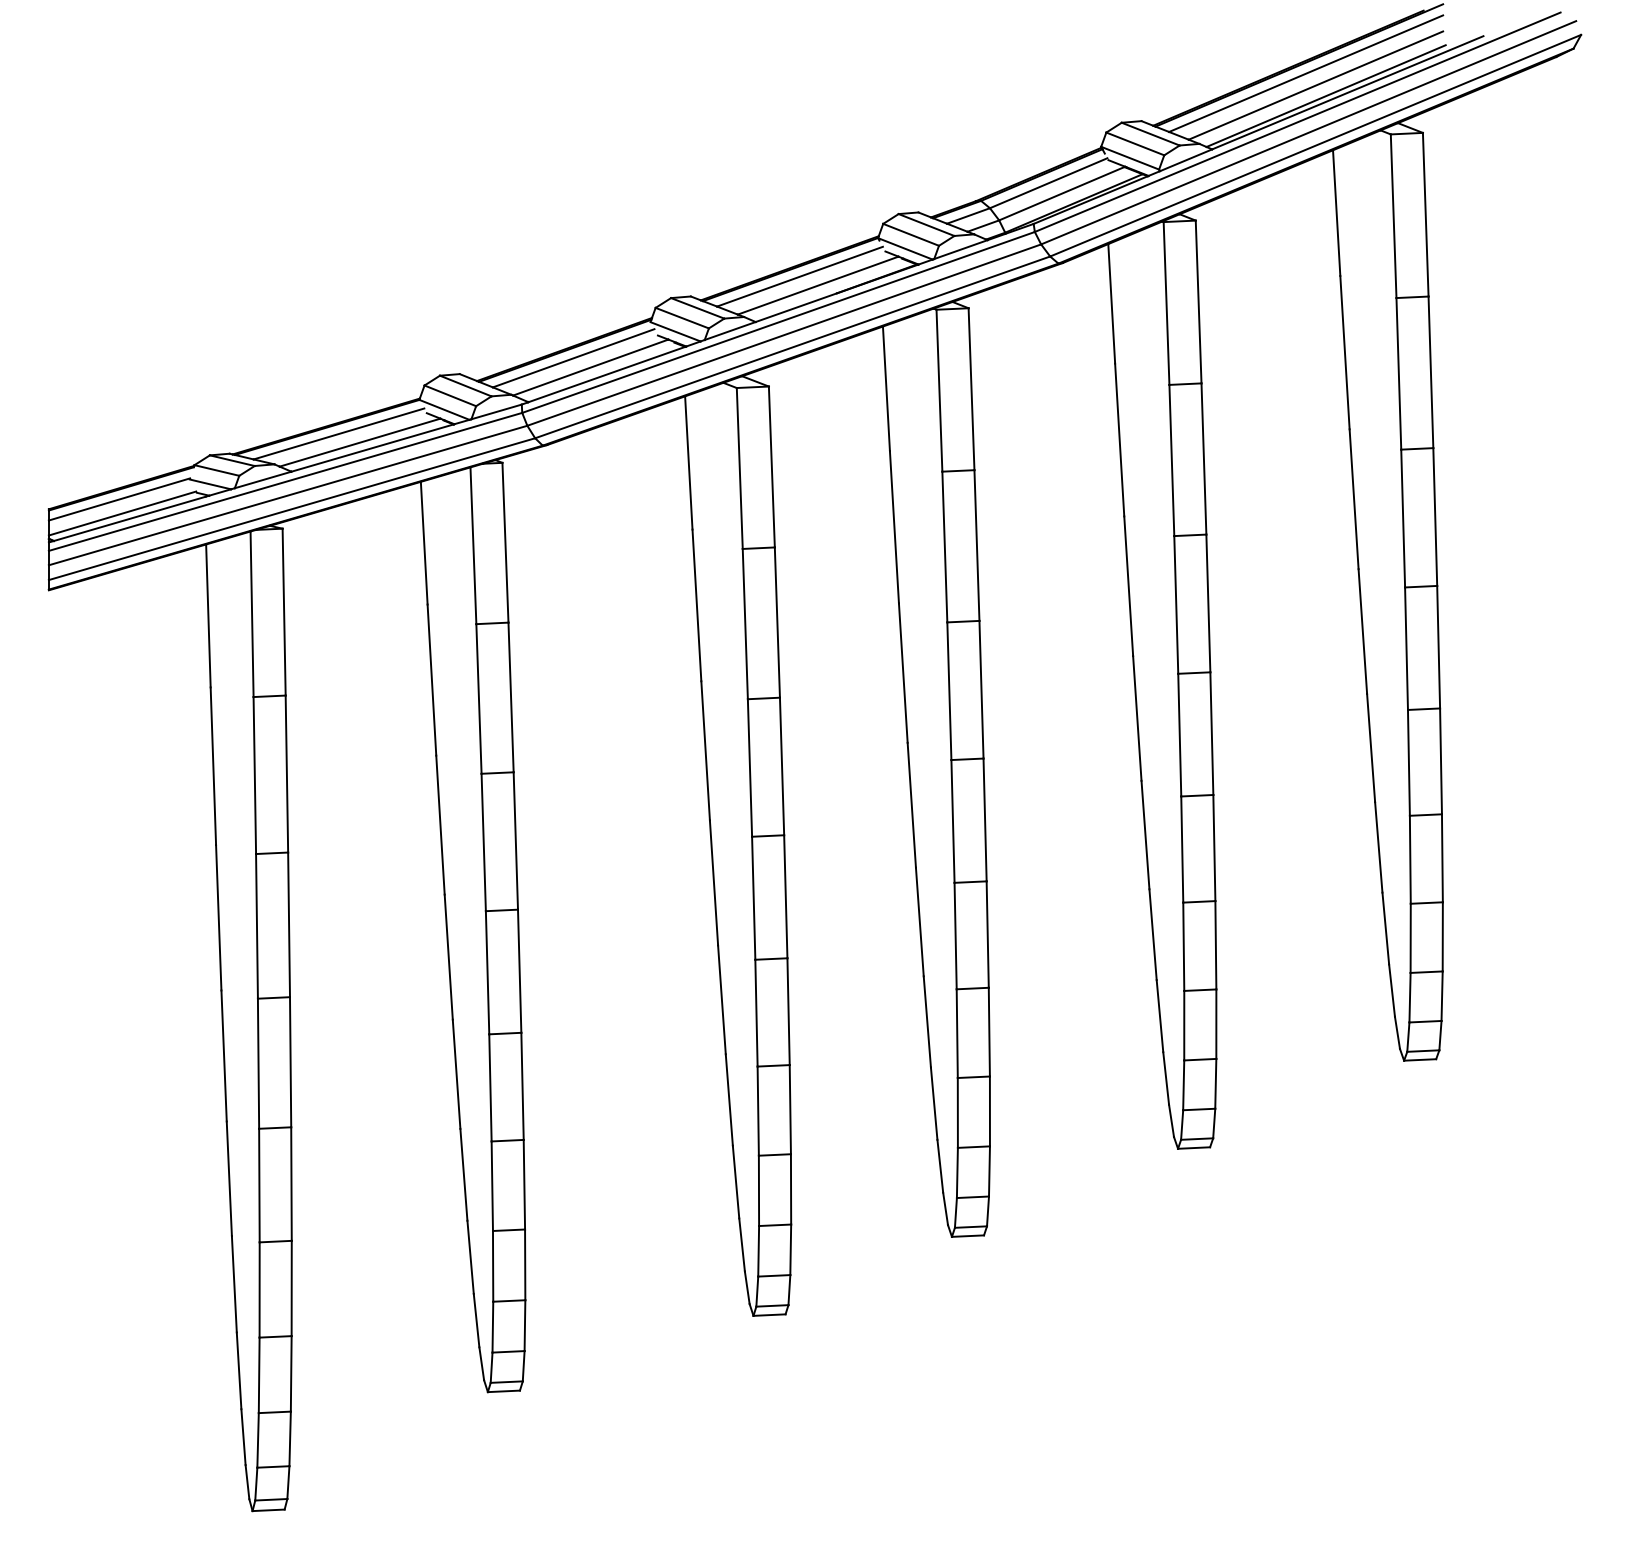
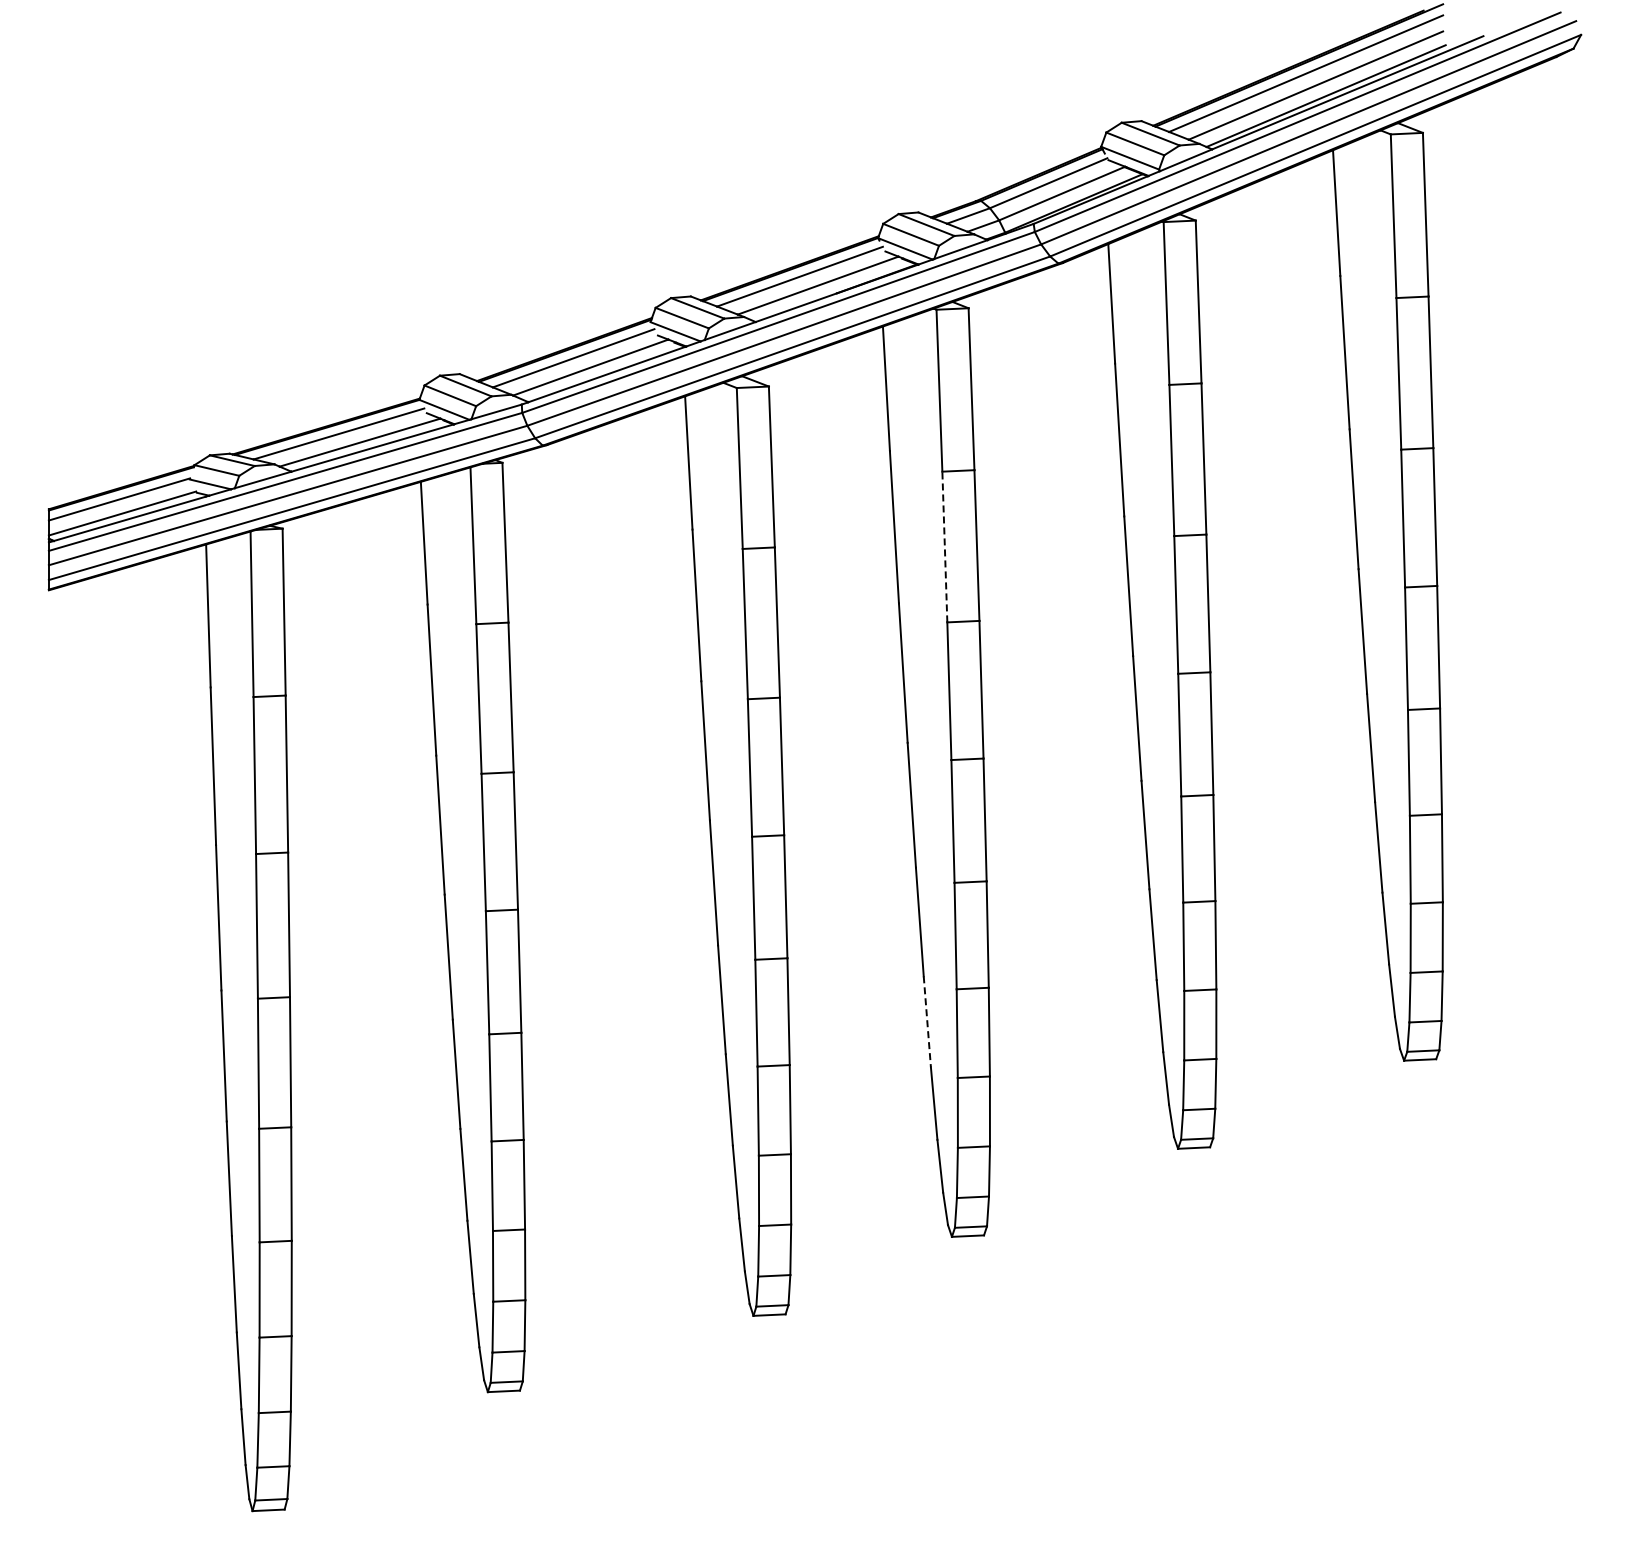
line at (944, 546): solid -> dashed
line at (927, 1021): solid -> dashed
